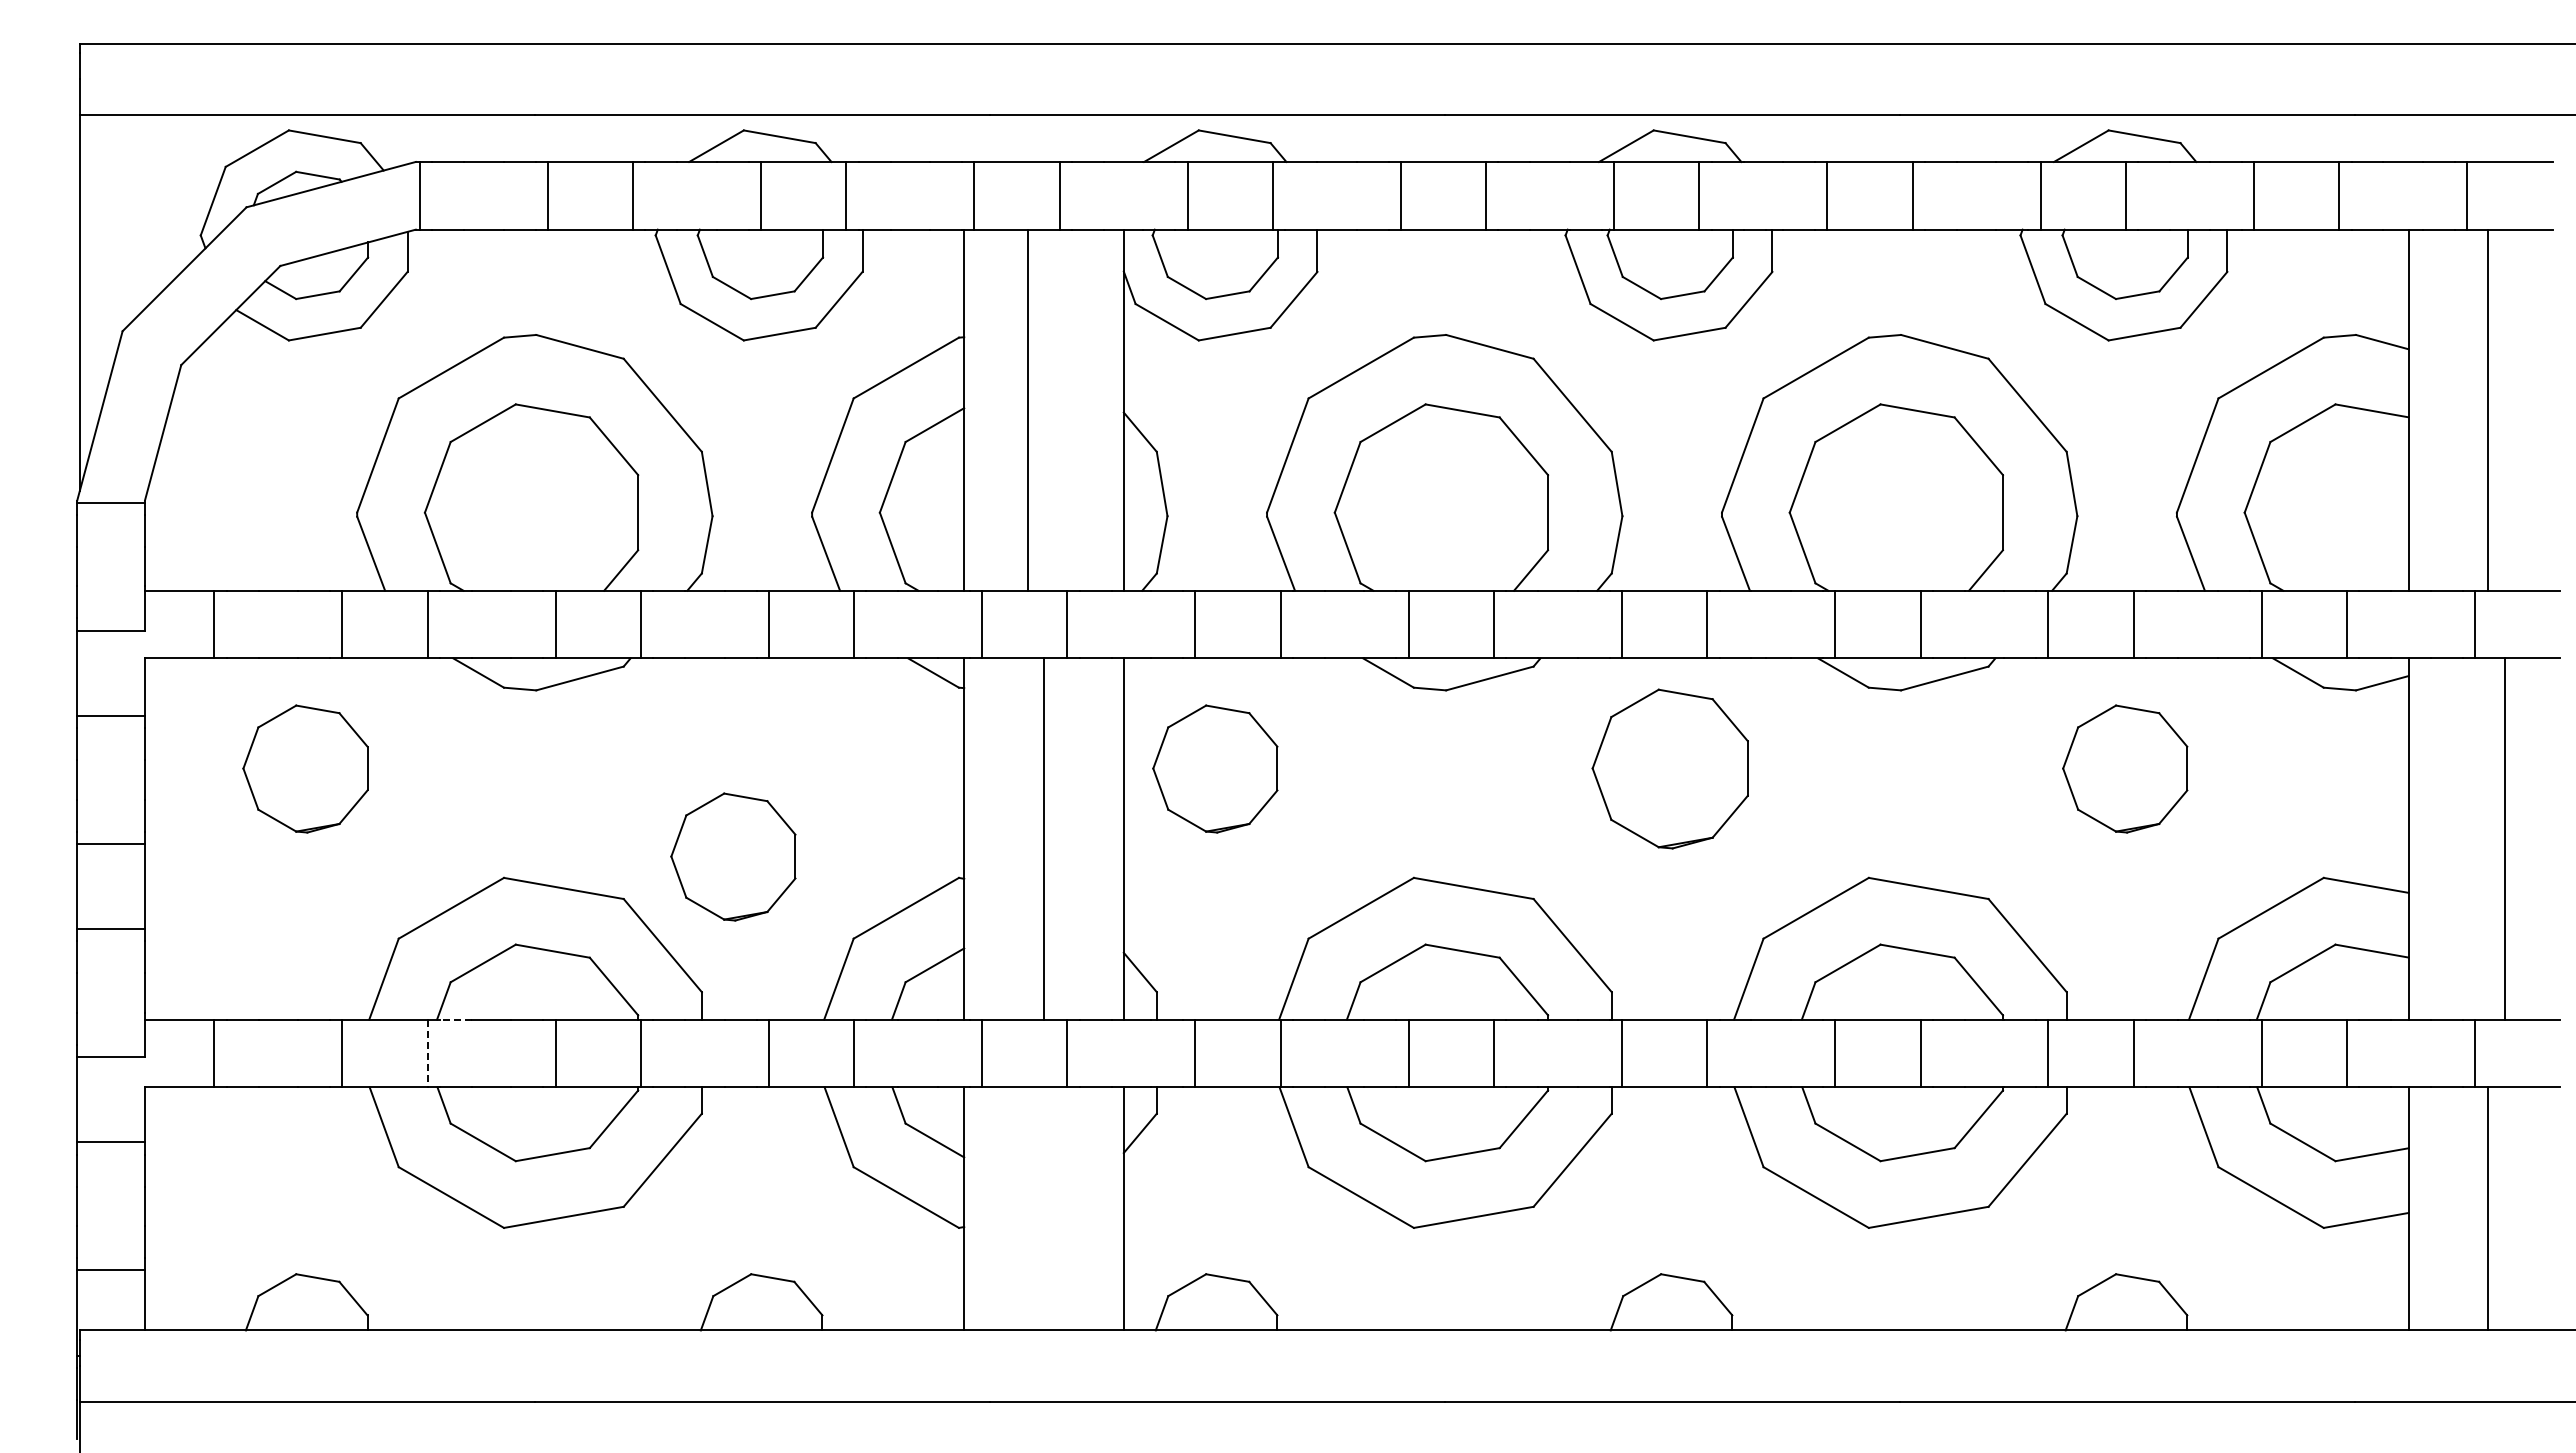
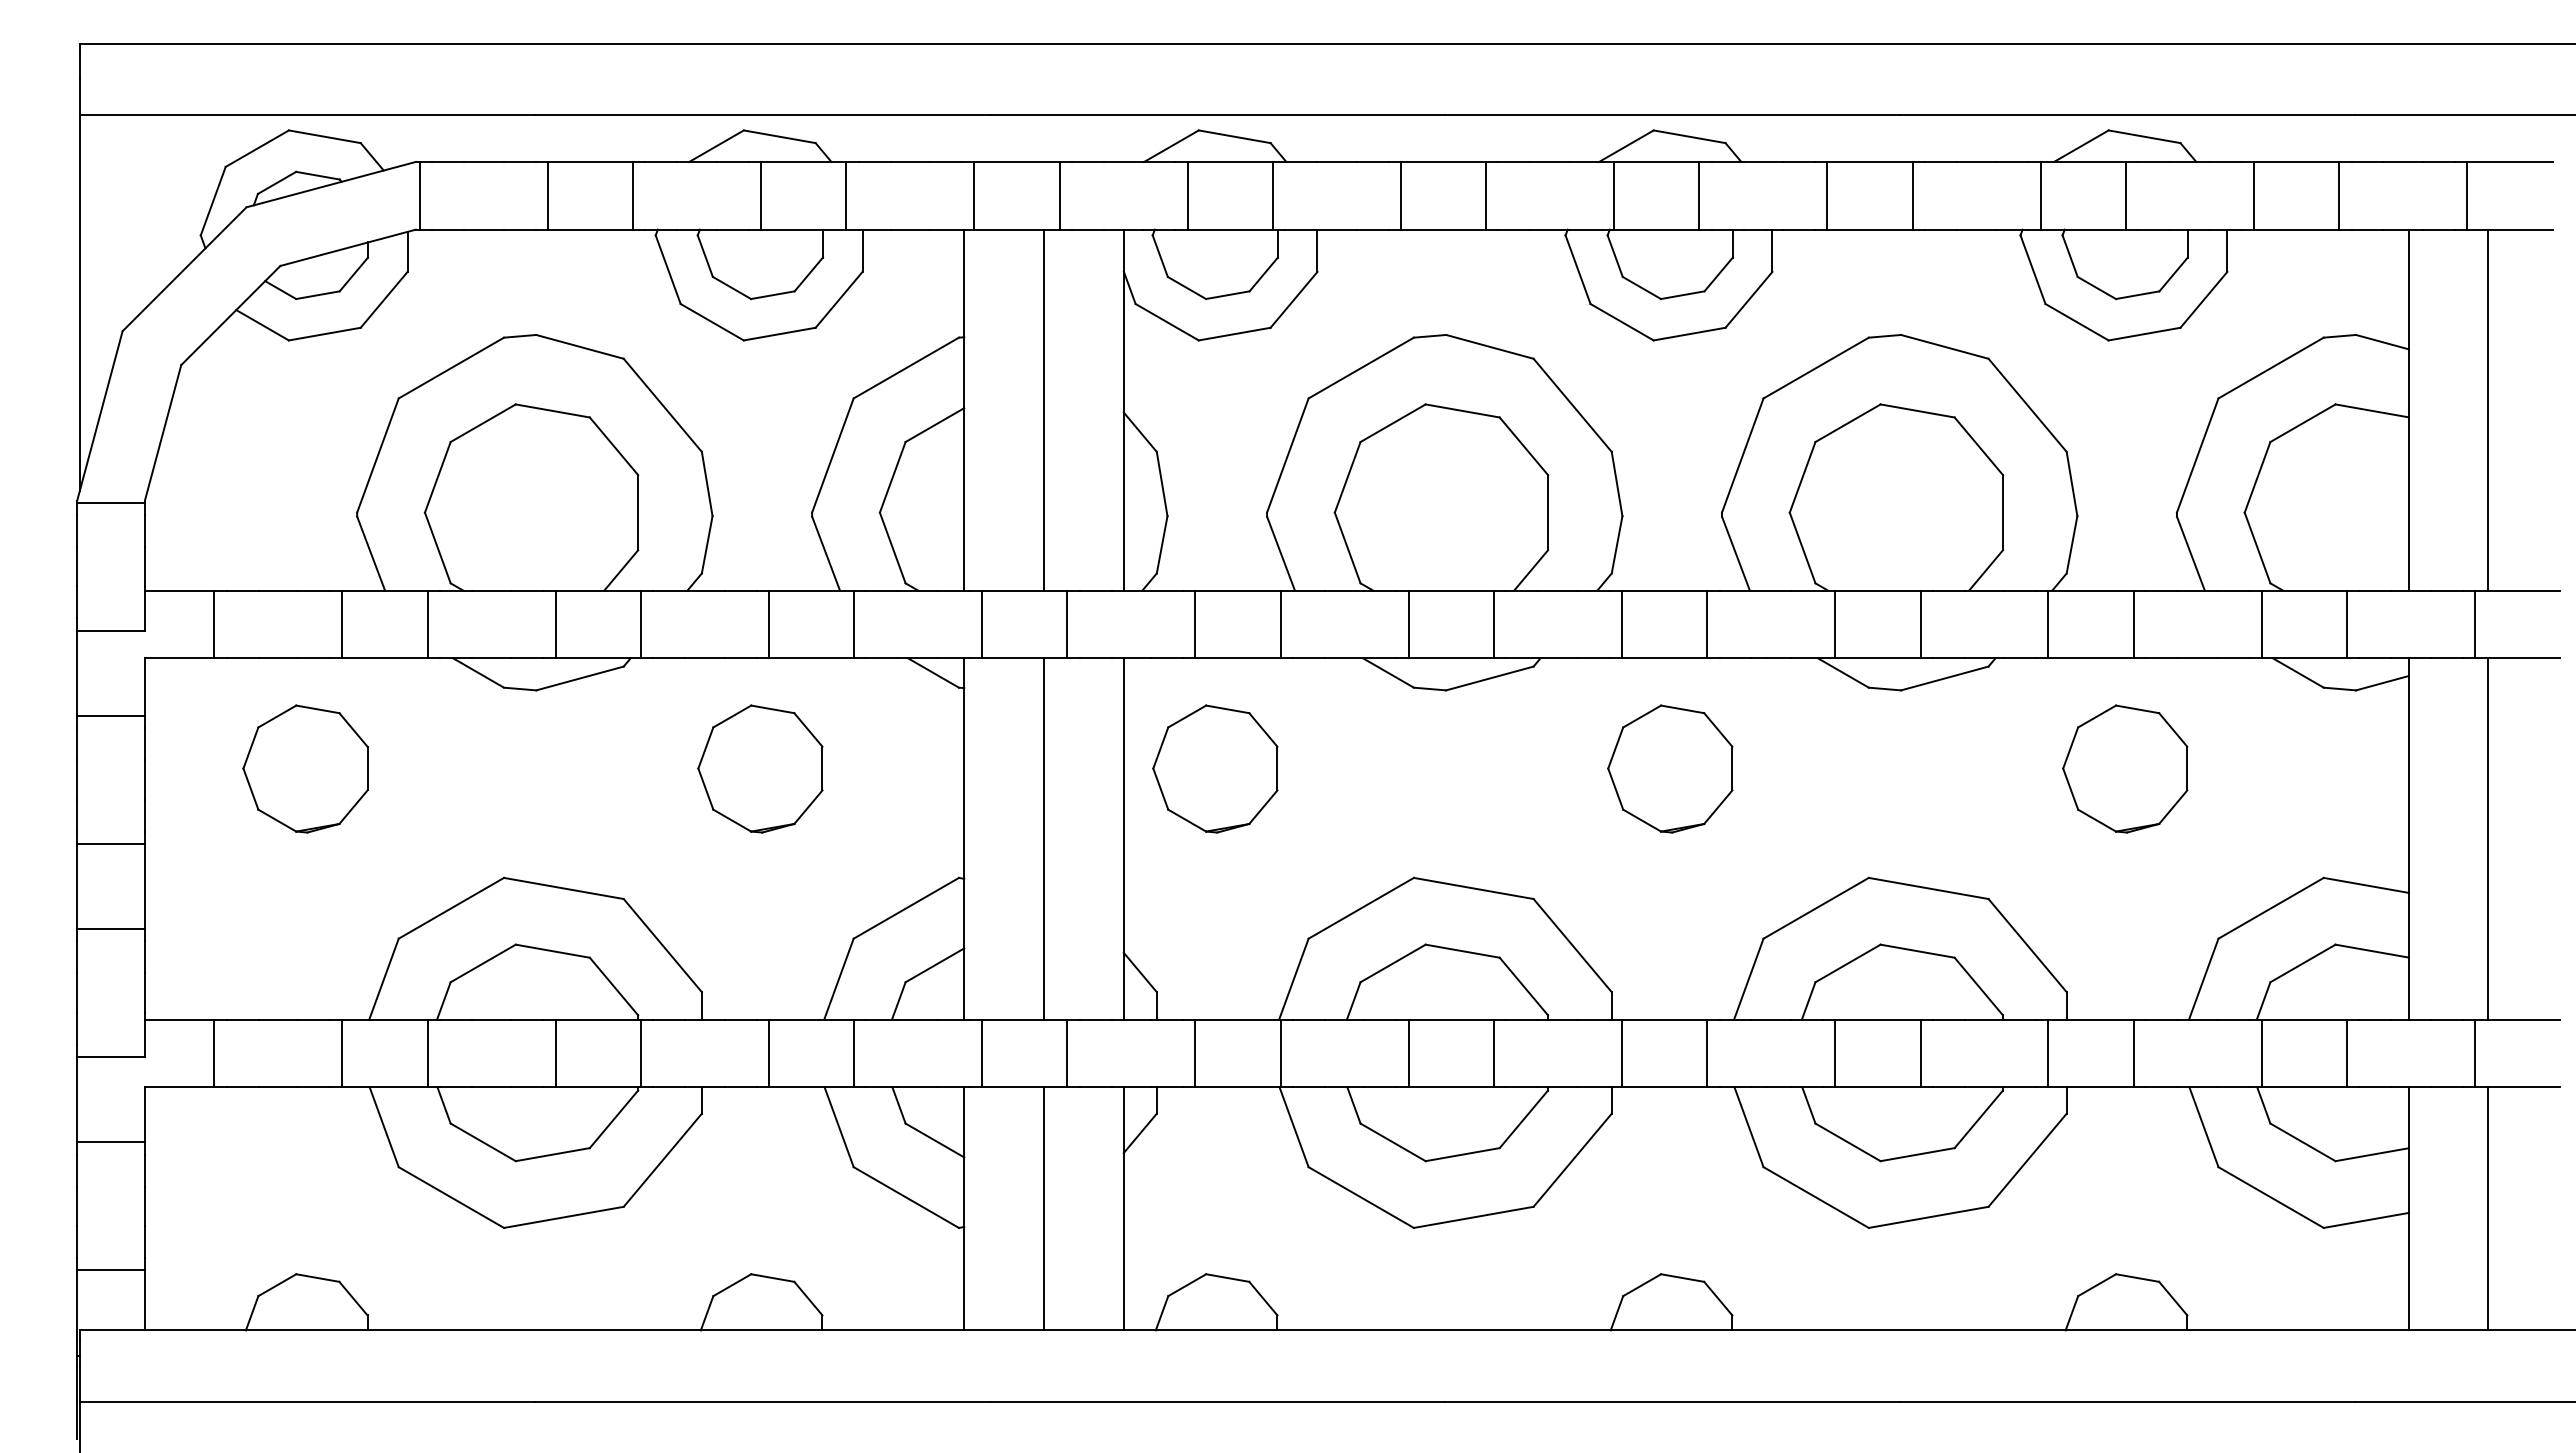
line at (1028, 409) position: (1028, 409) -> (1044, 409)
part at (1669, 768) size: 158x162 px -> 127x130 px
line at (2505, 838) position: (2505, 838) -> (2488, 838)
part at (733, 856) position: (733, 856) -> (760, 768)
line at (455, 1019): dashed -> solid
line at (427, 1053): dashed -> solid
line at (1044, 1208): none -> present
